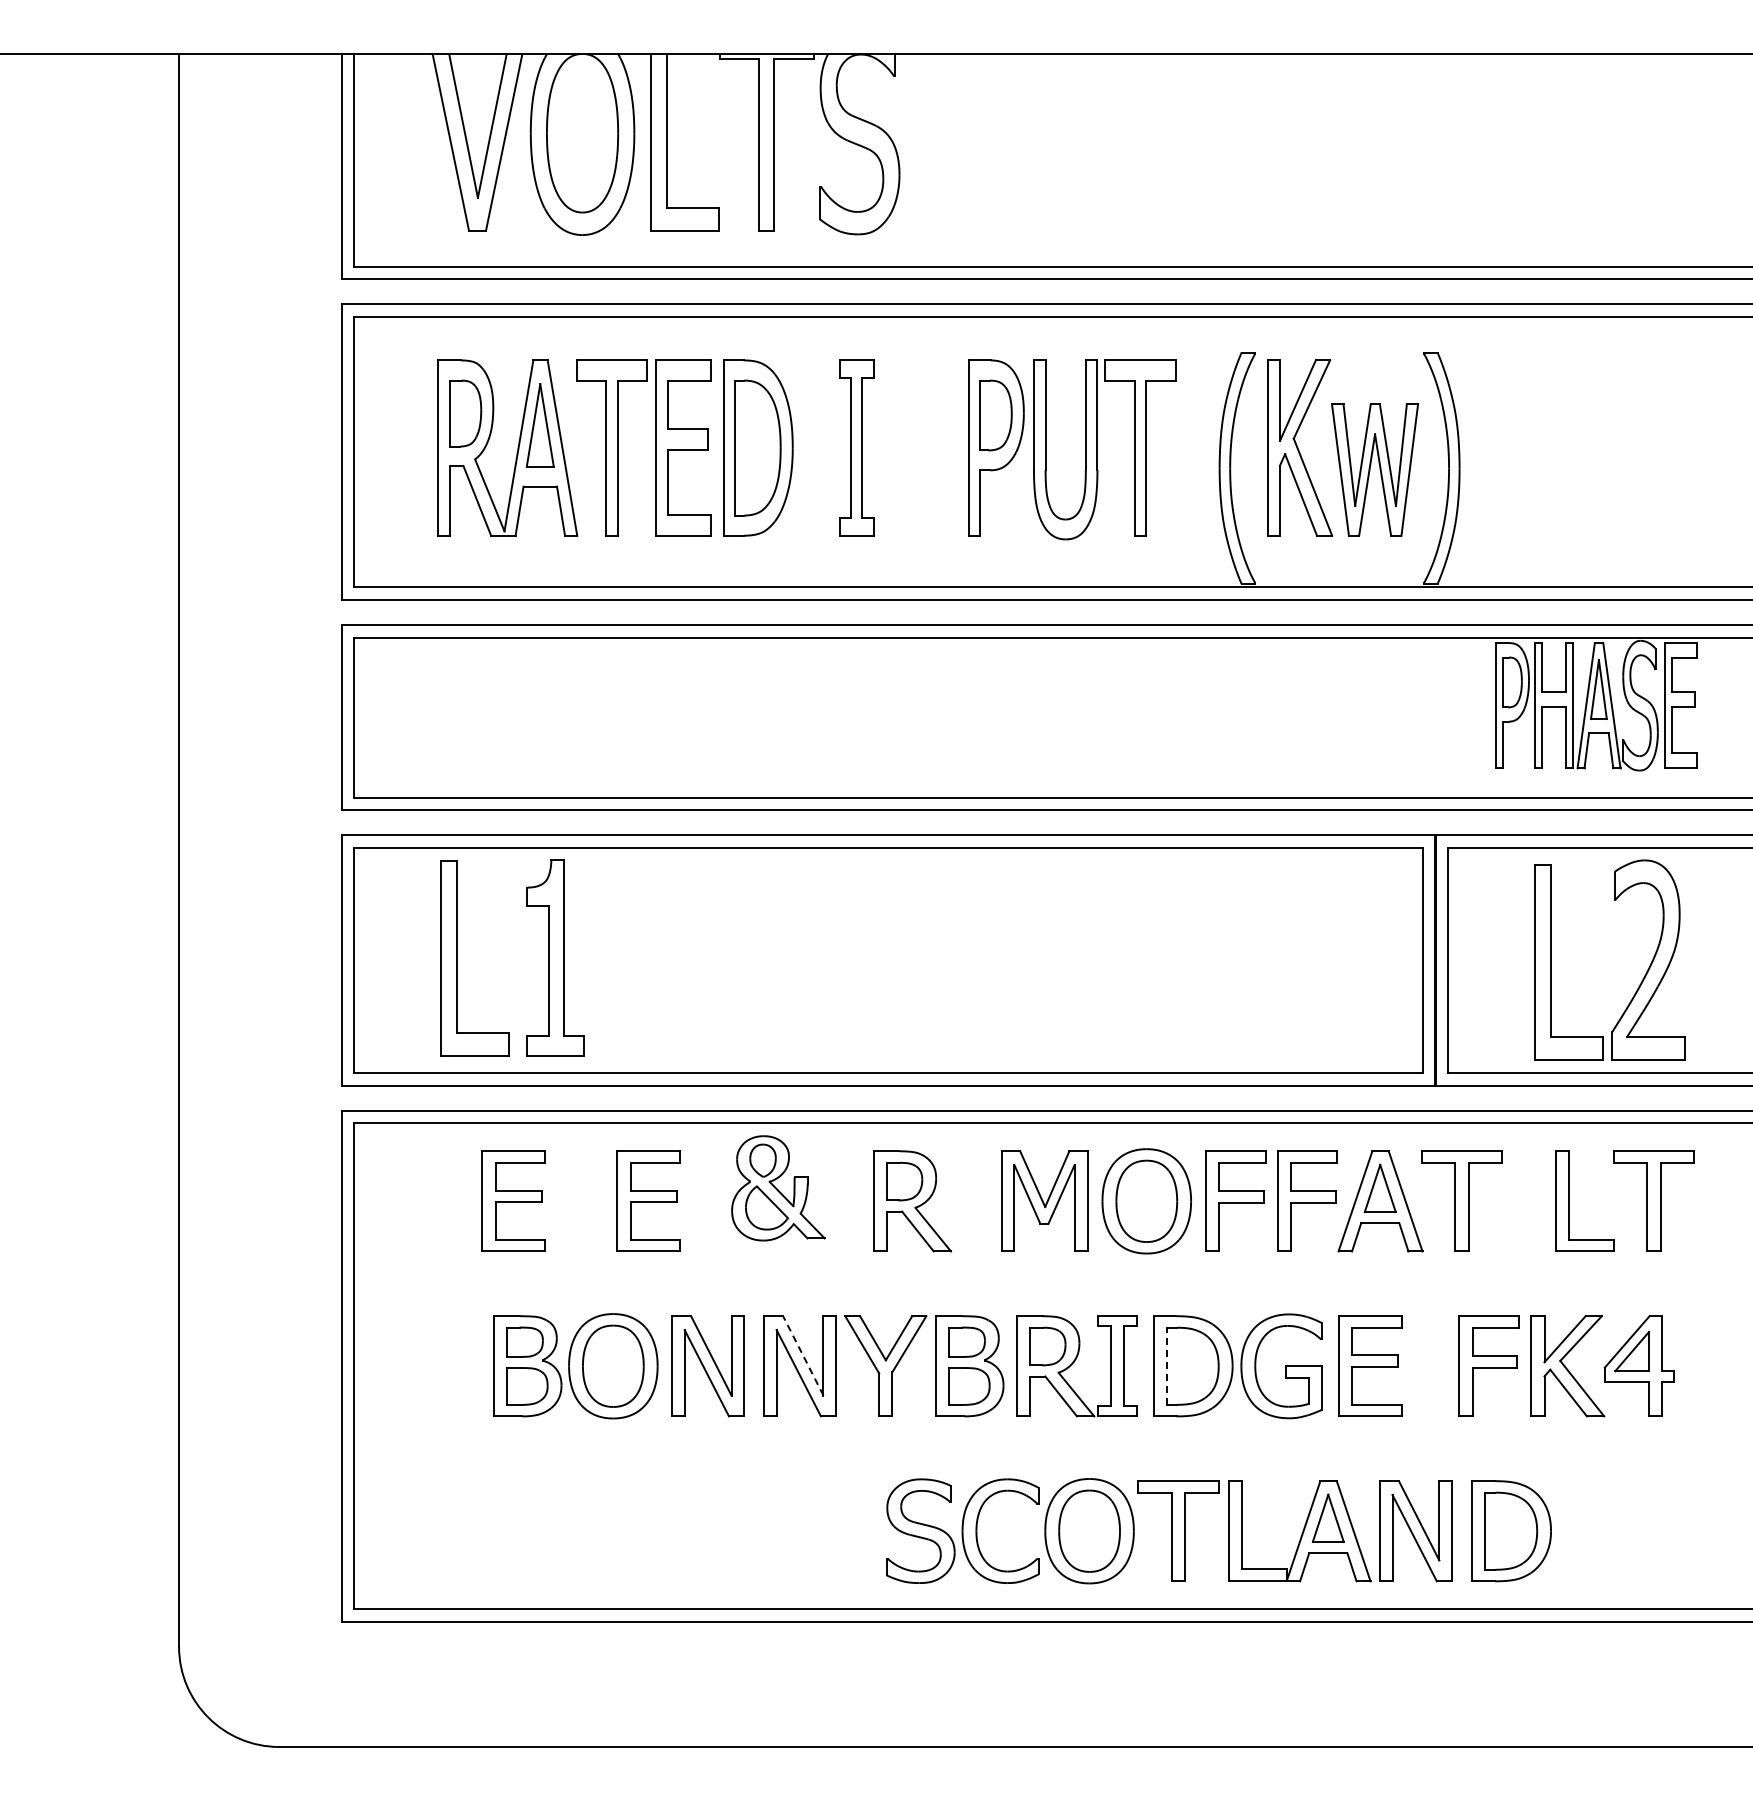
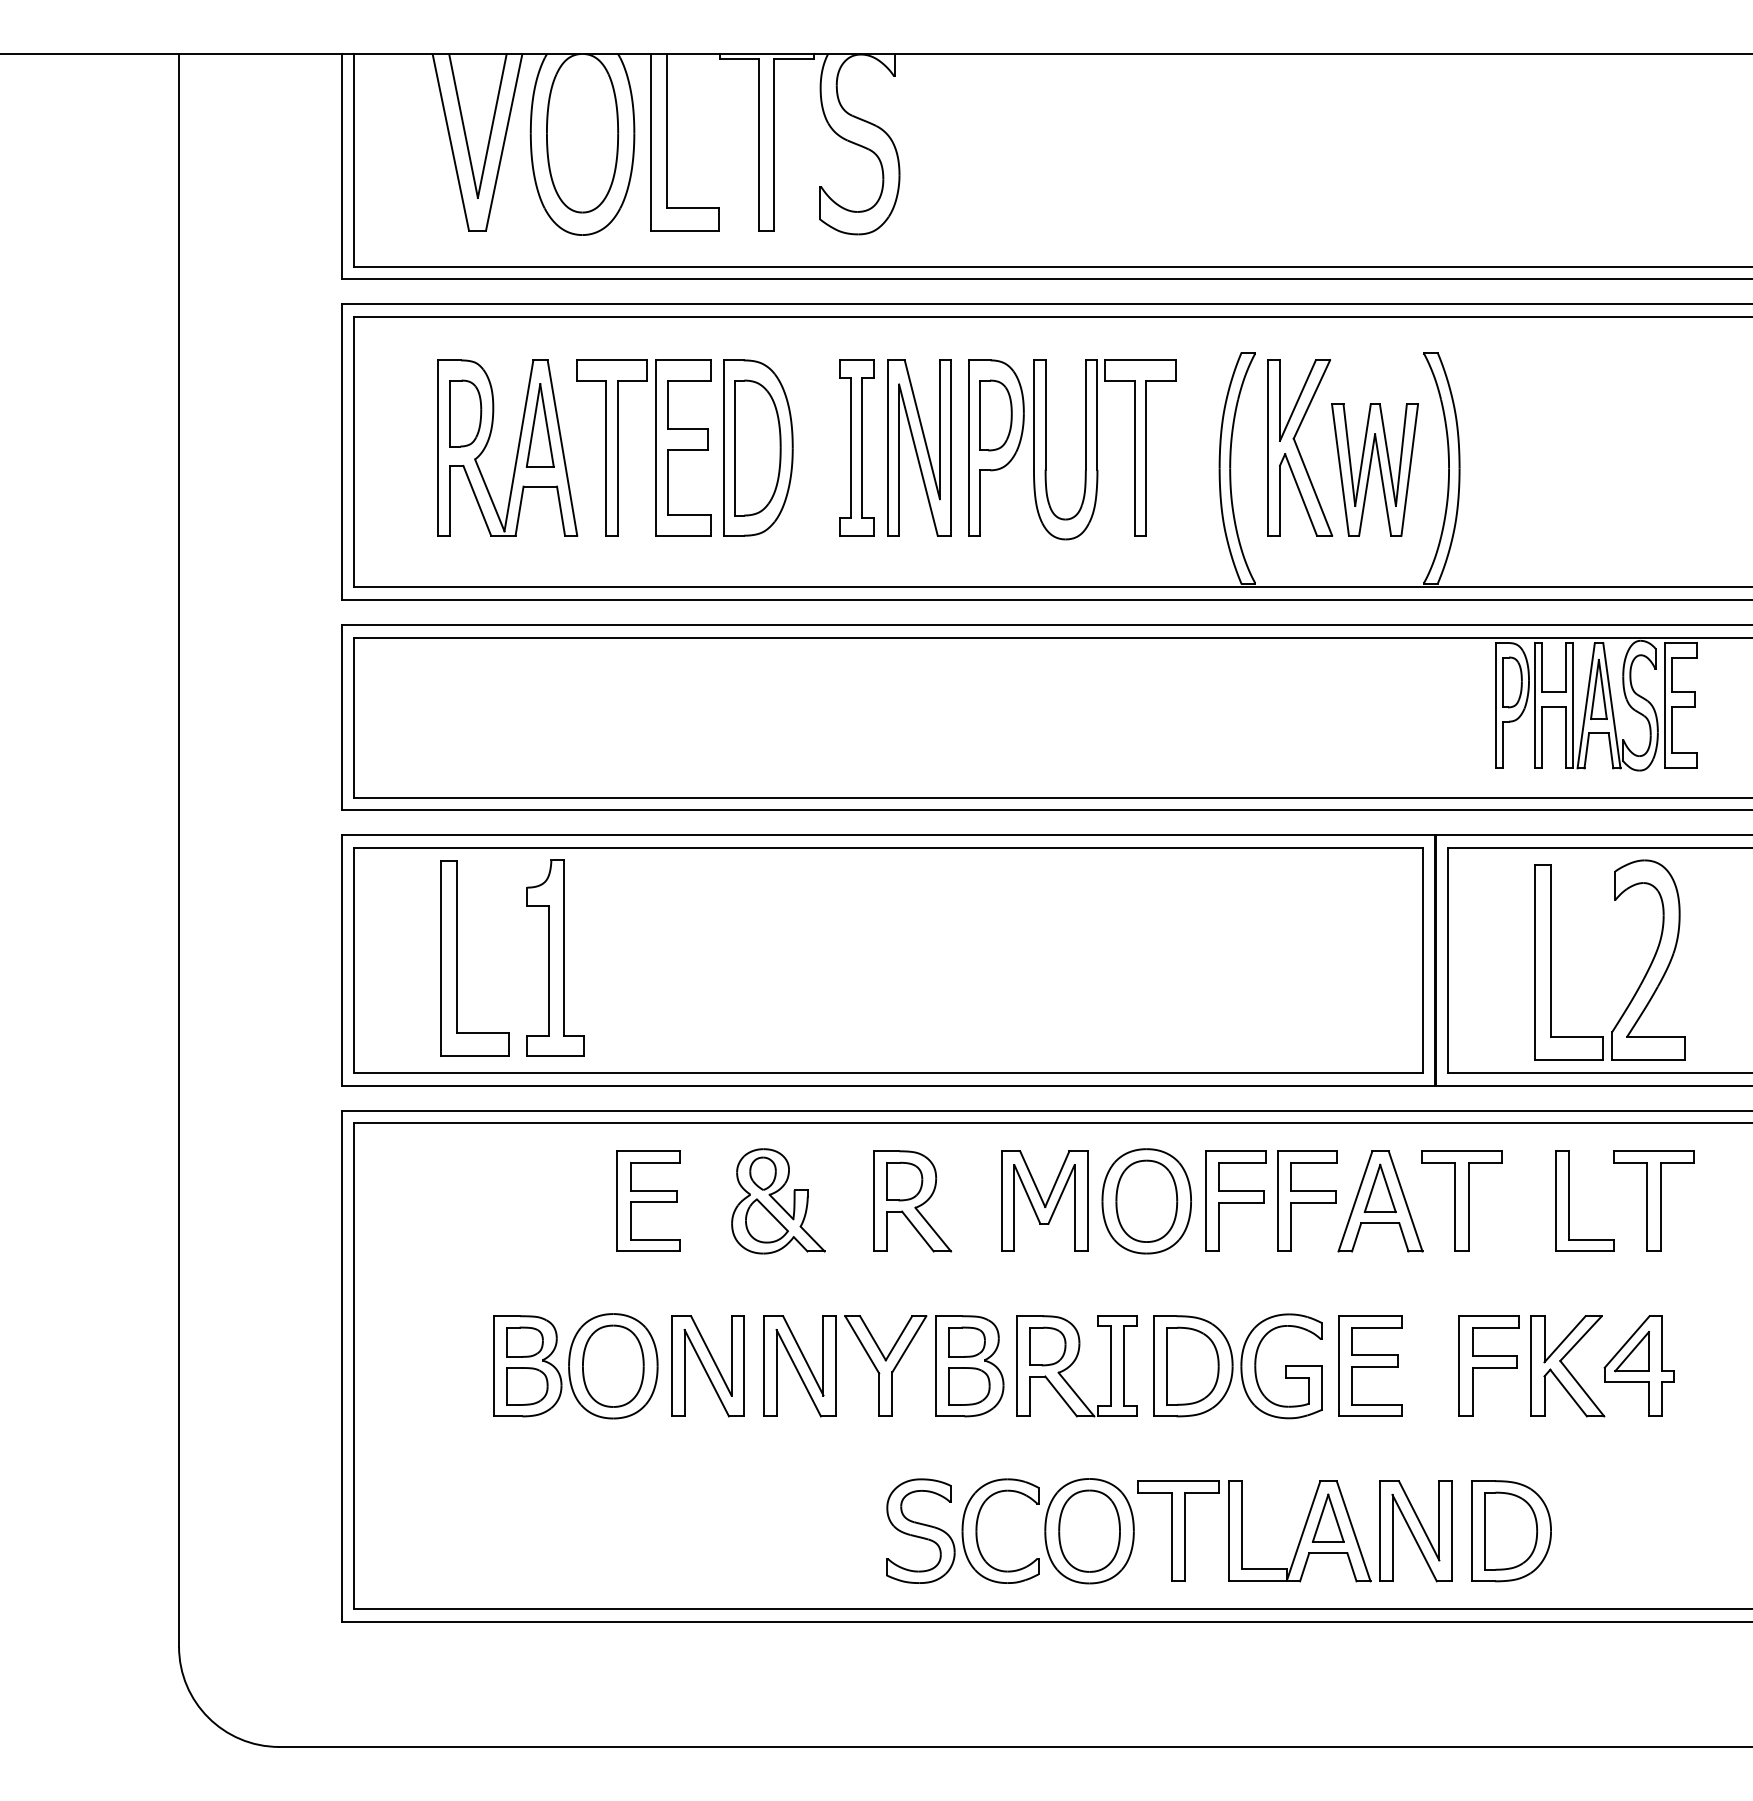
part at (919, 447): none -> present
part at (778, 1188) position: (778, 1188) -> (778, 1201)
part at (513, 1200): present -> none
line at (803, 1355): dashed -> solid
line at (1166, 1366): dashed -> solid
